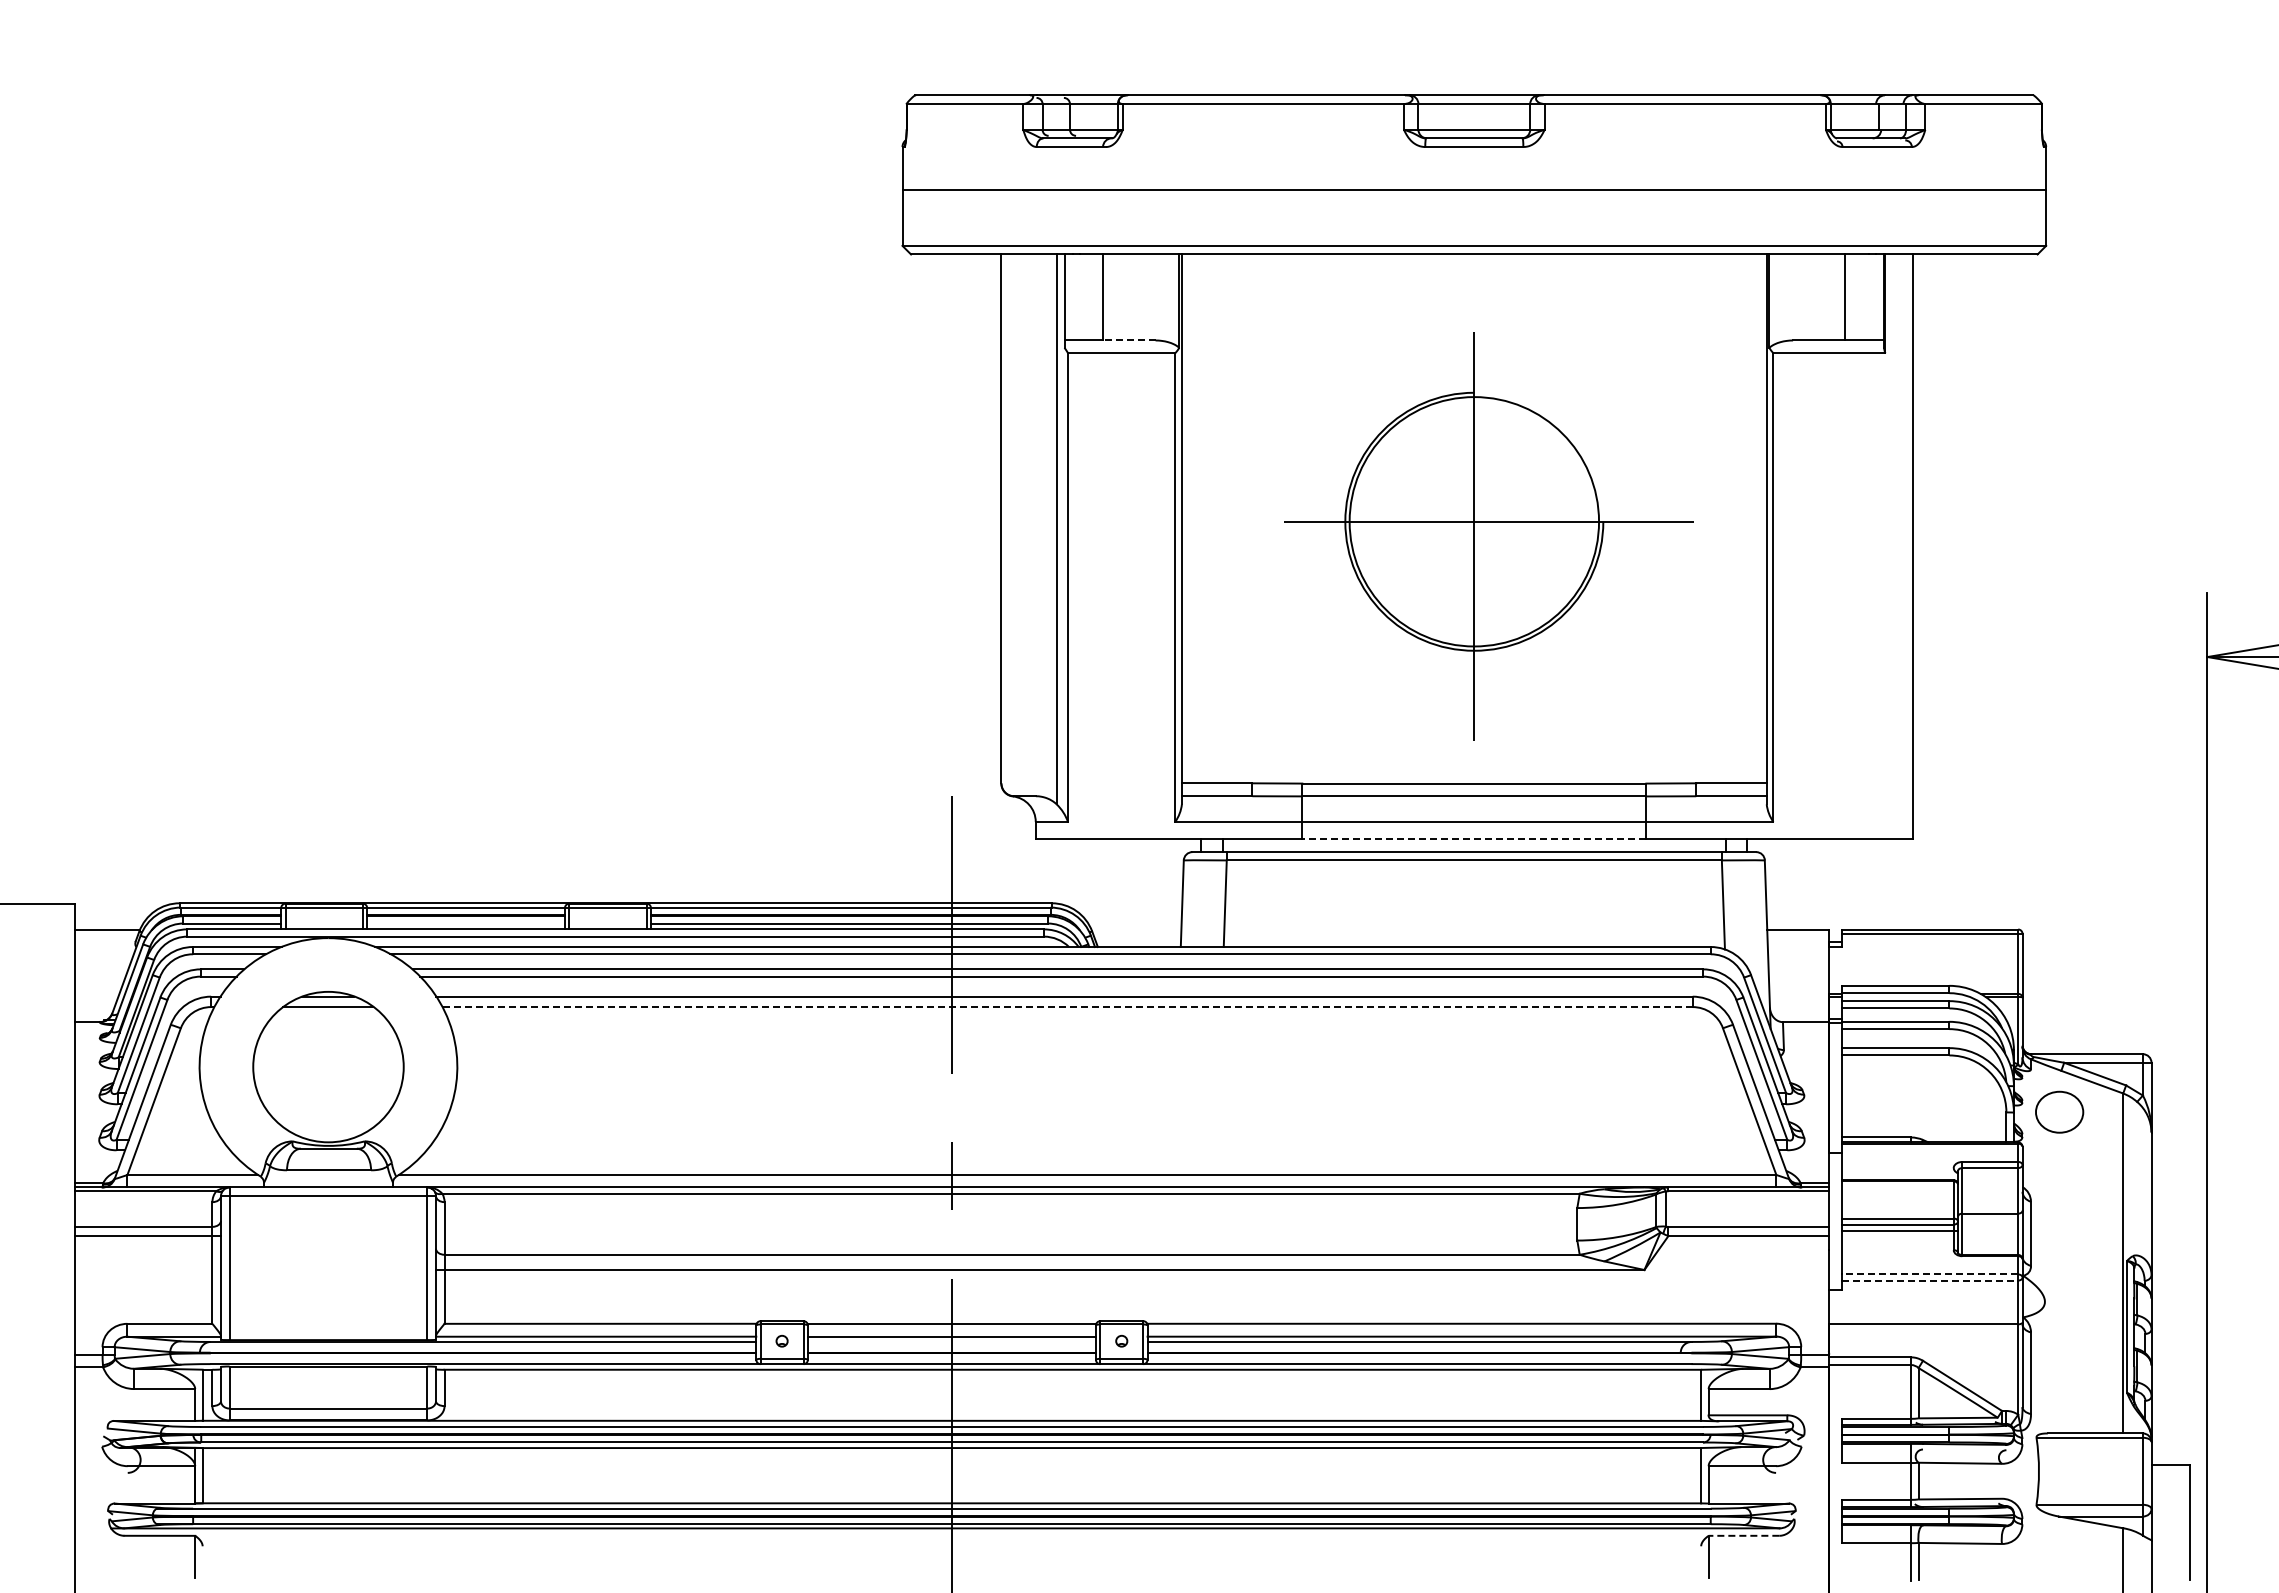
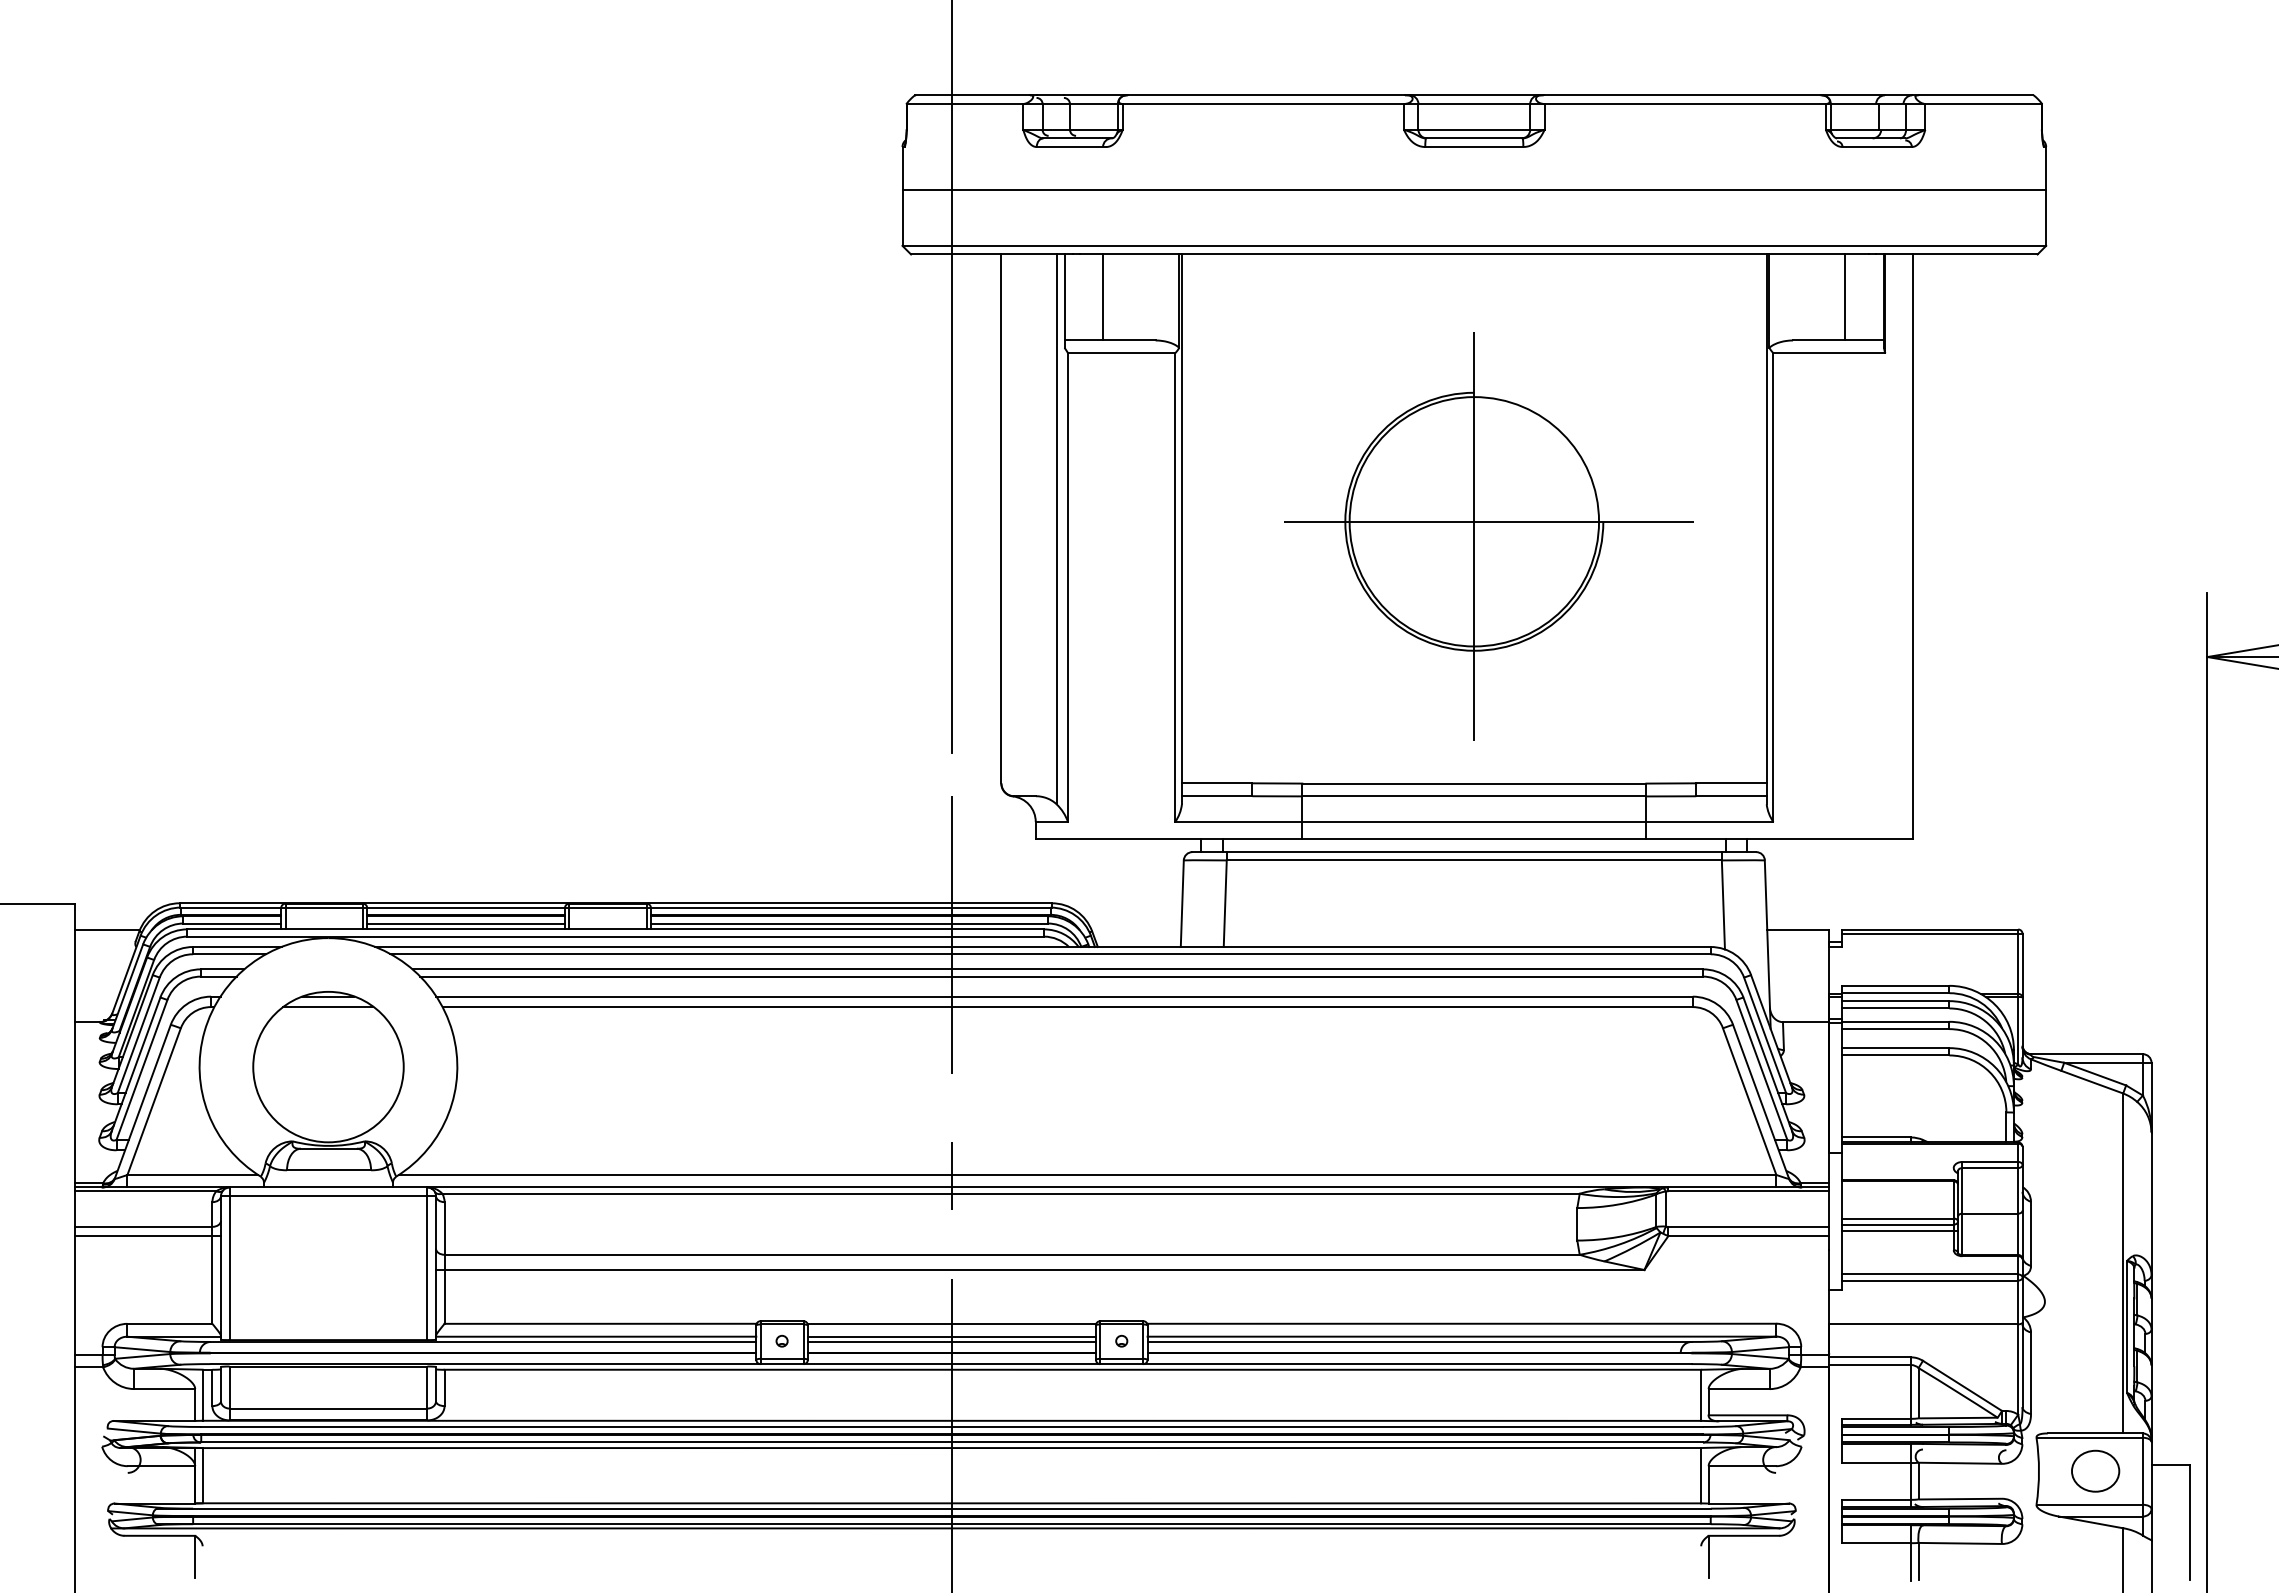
line at (1128, 340): dashed -> solid
line at (951, 377): none -> present
line at (1474, 839): dashed -> solid
line at (465, 923): none -> present
line at (1067, 1007): dashed -> solid
part at (2059, 1111) position: (2059, 1111) -> (2095, 1470)
line at (1929, 1274): dashed -> solid
line at (1930, 1280): dashed -> solid
line at (951, 1341): none -> present
line at (1743, 1535): dashed -> solid
